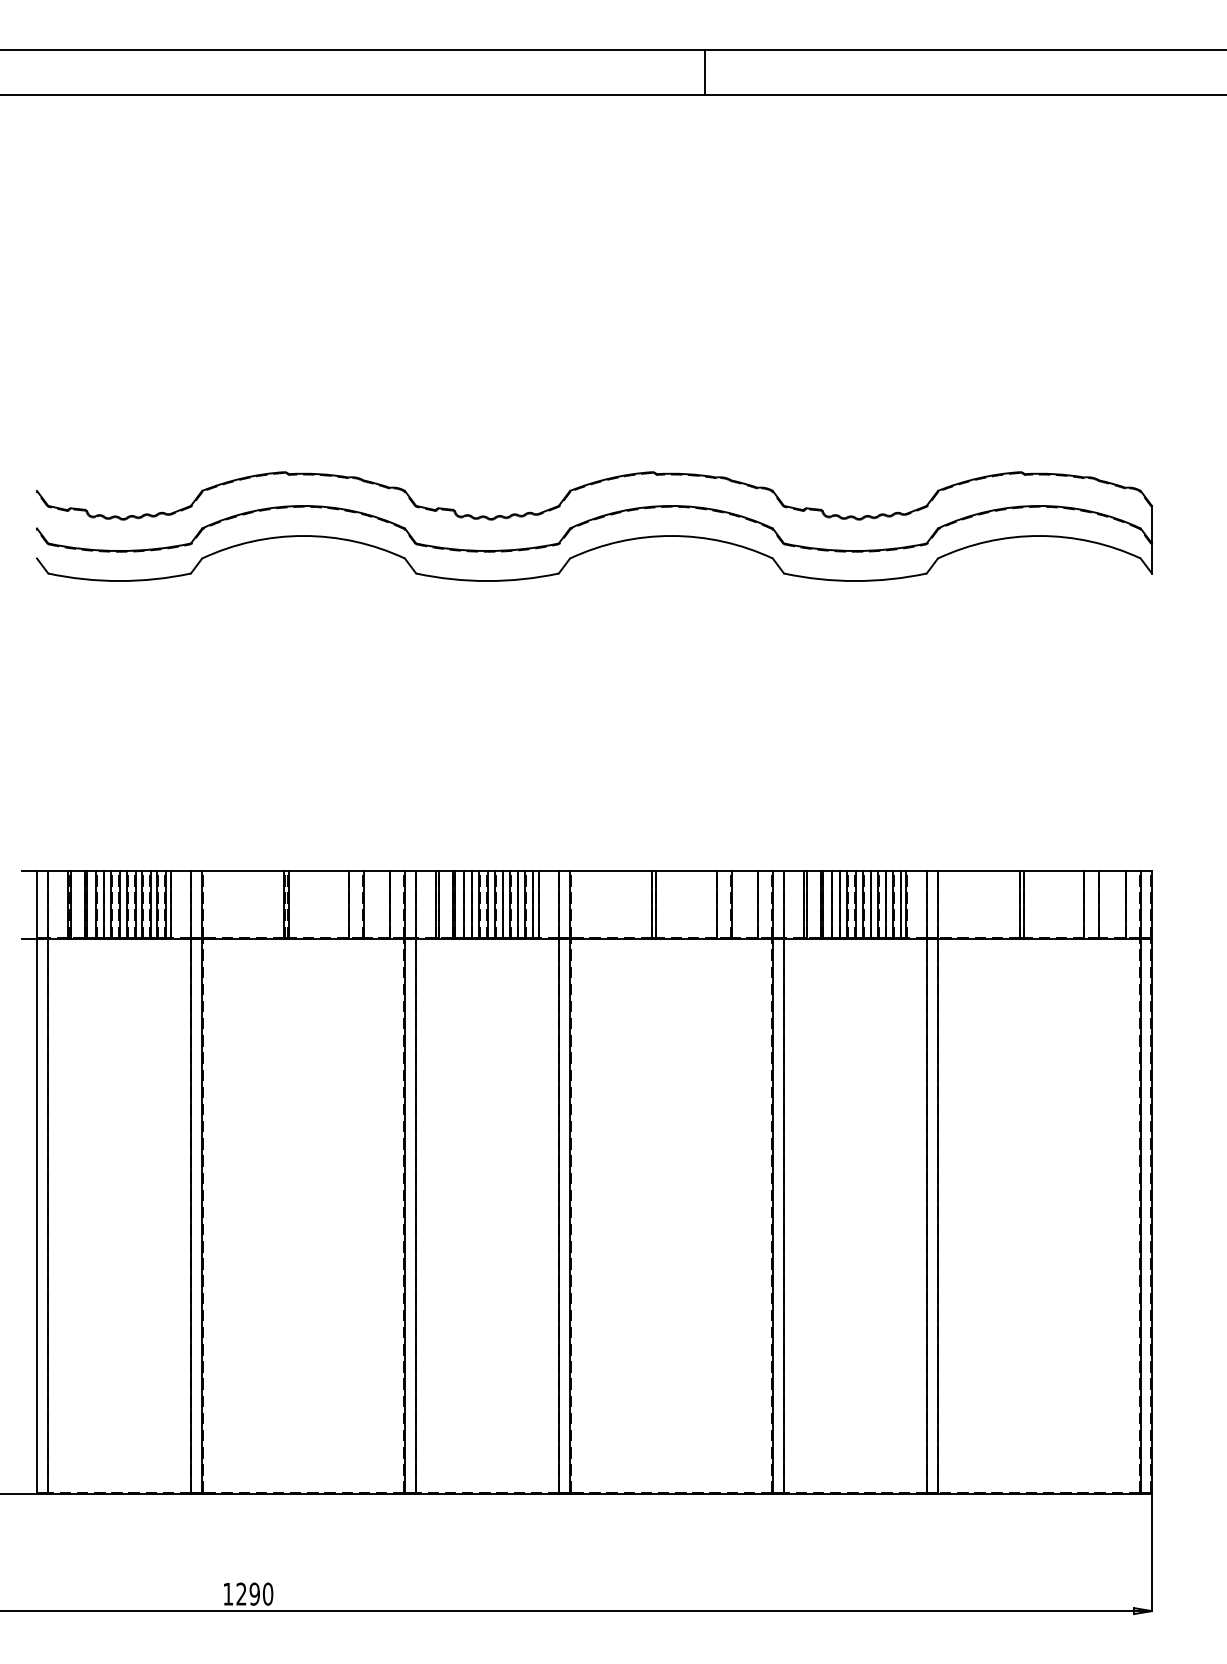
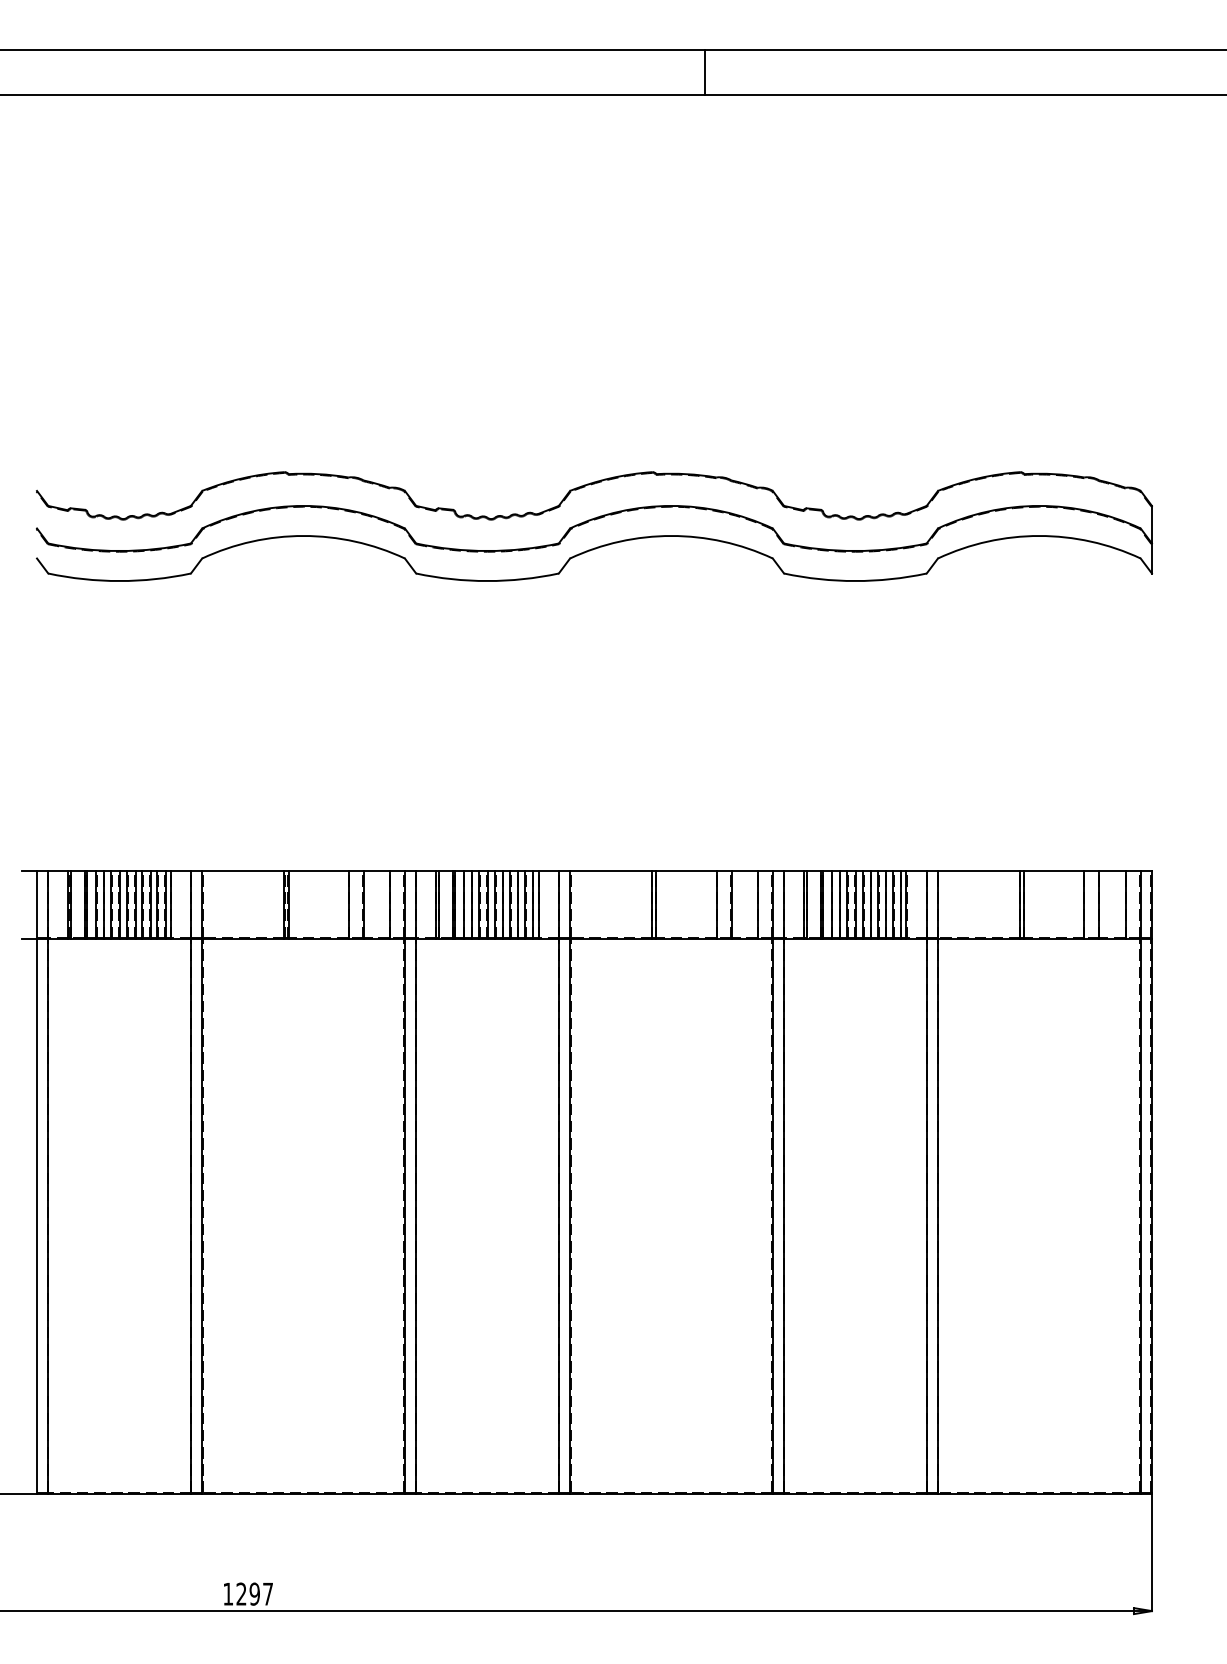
text at (267, 1593): 1290 -> 1297
